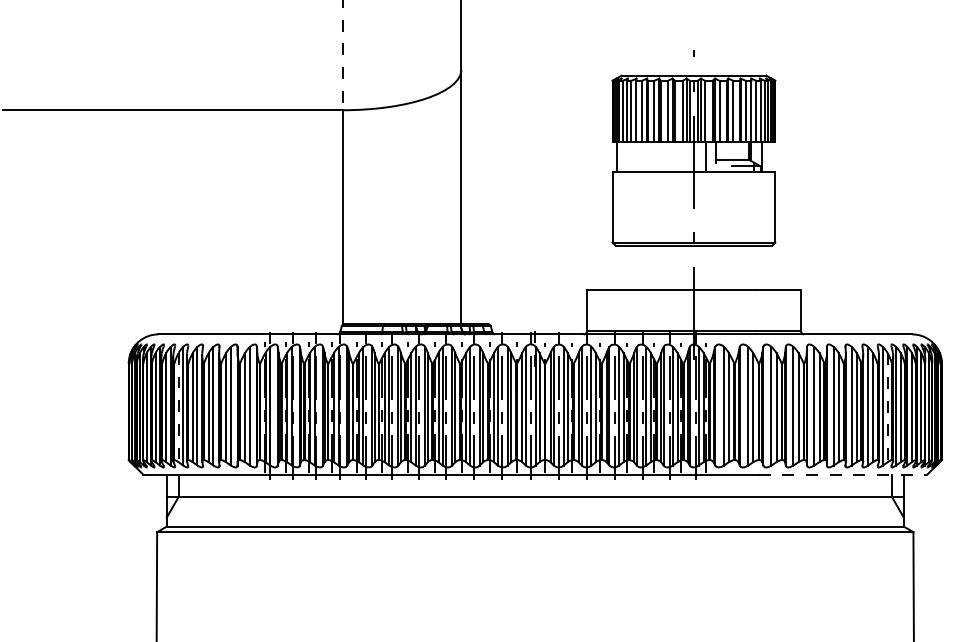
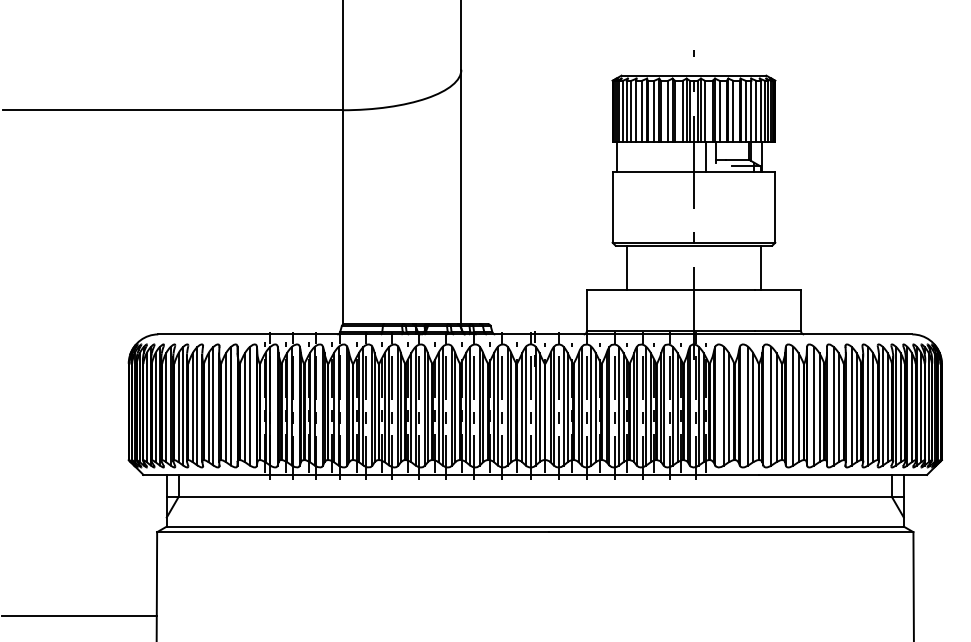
line at (343, 55): dashed -> solid
line at (627, 267): none -> present
line at (760, 267): none -> present
line at (178, 407): dashed -> solid
line at (887, 408): dashed -> solid
line at (843, 474): dashed -> solid
line at (79, 615): none -> present
